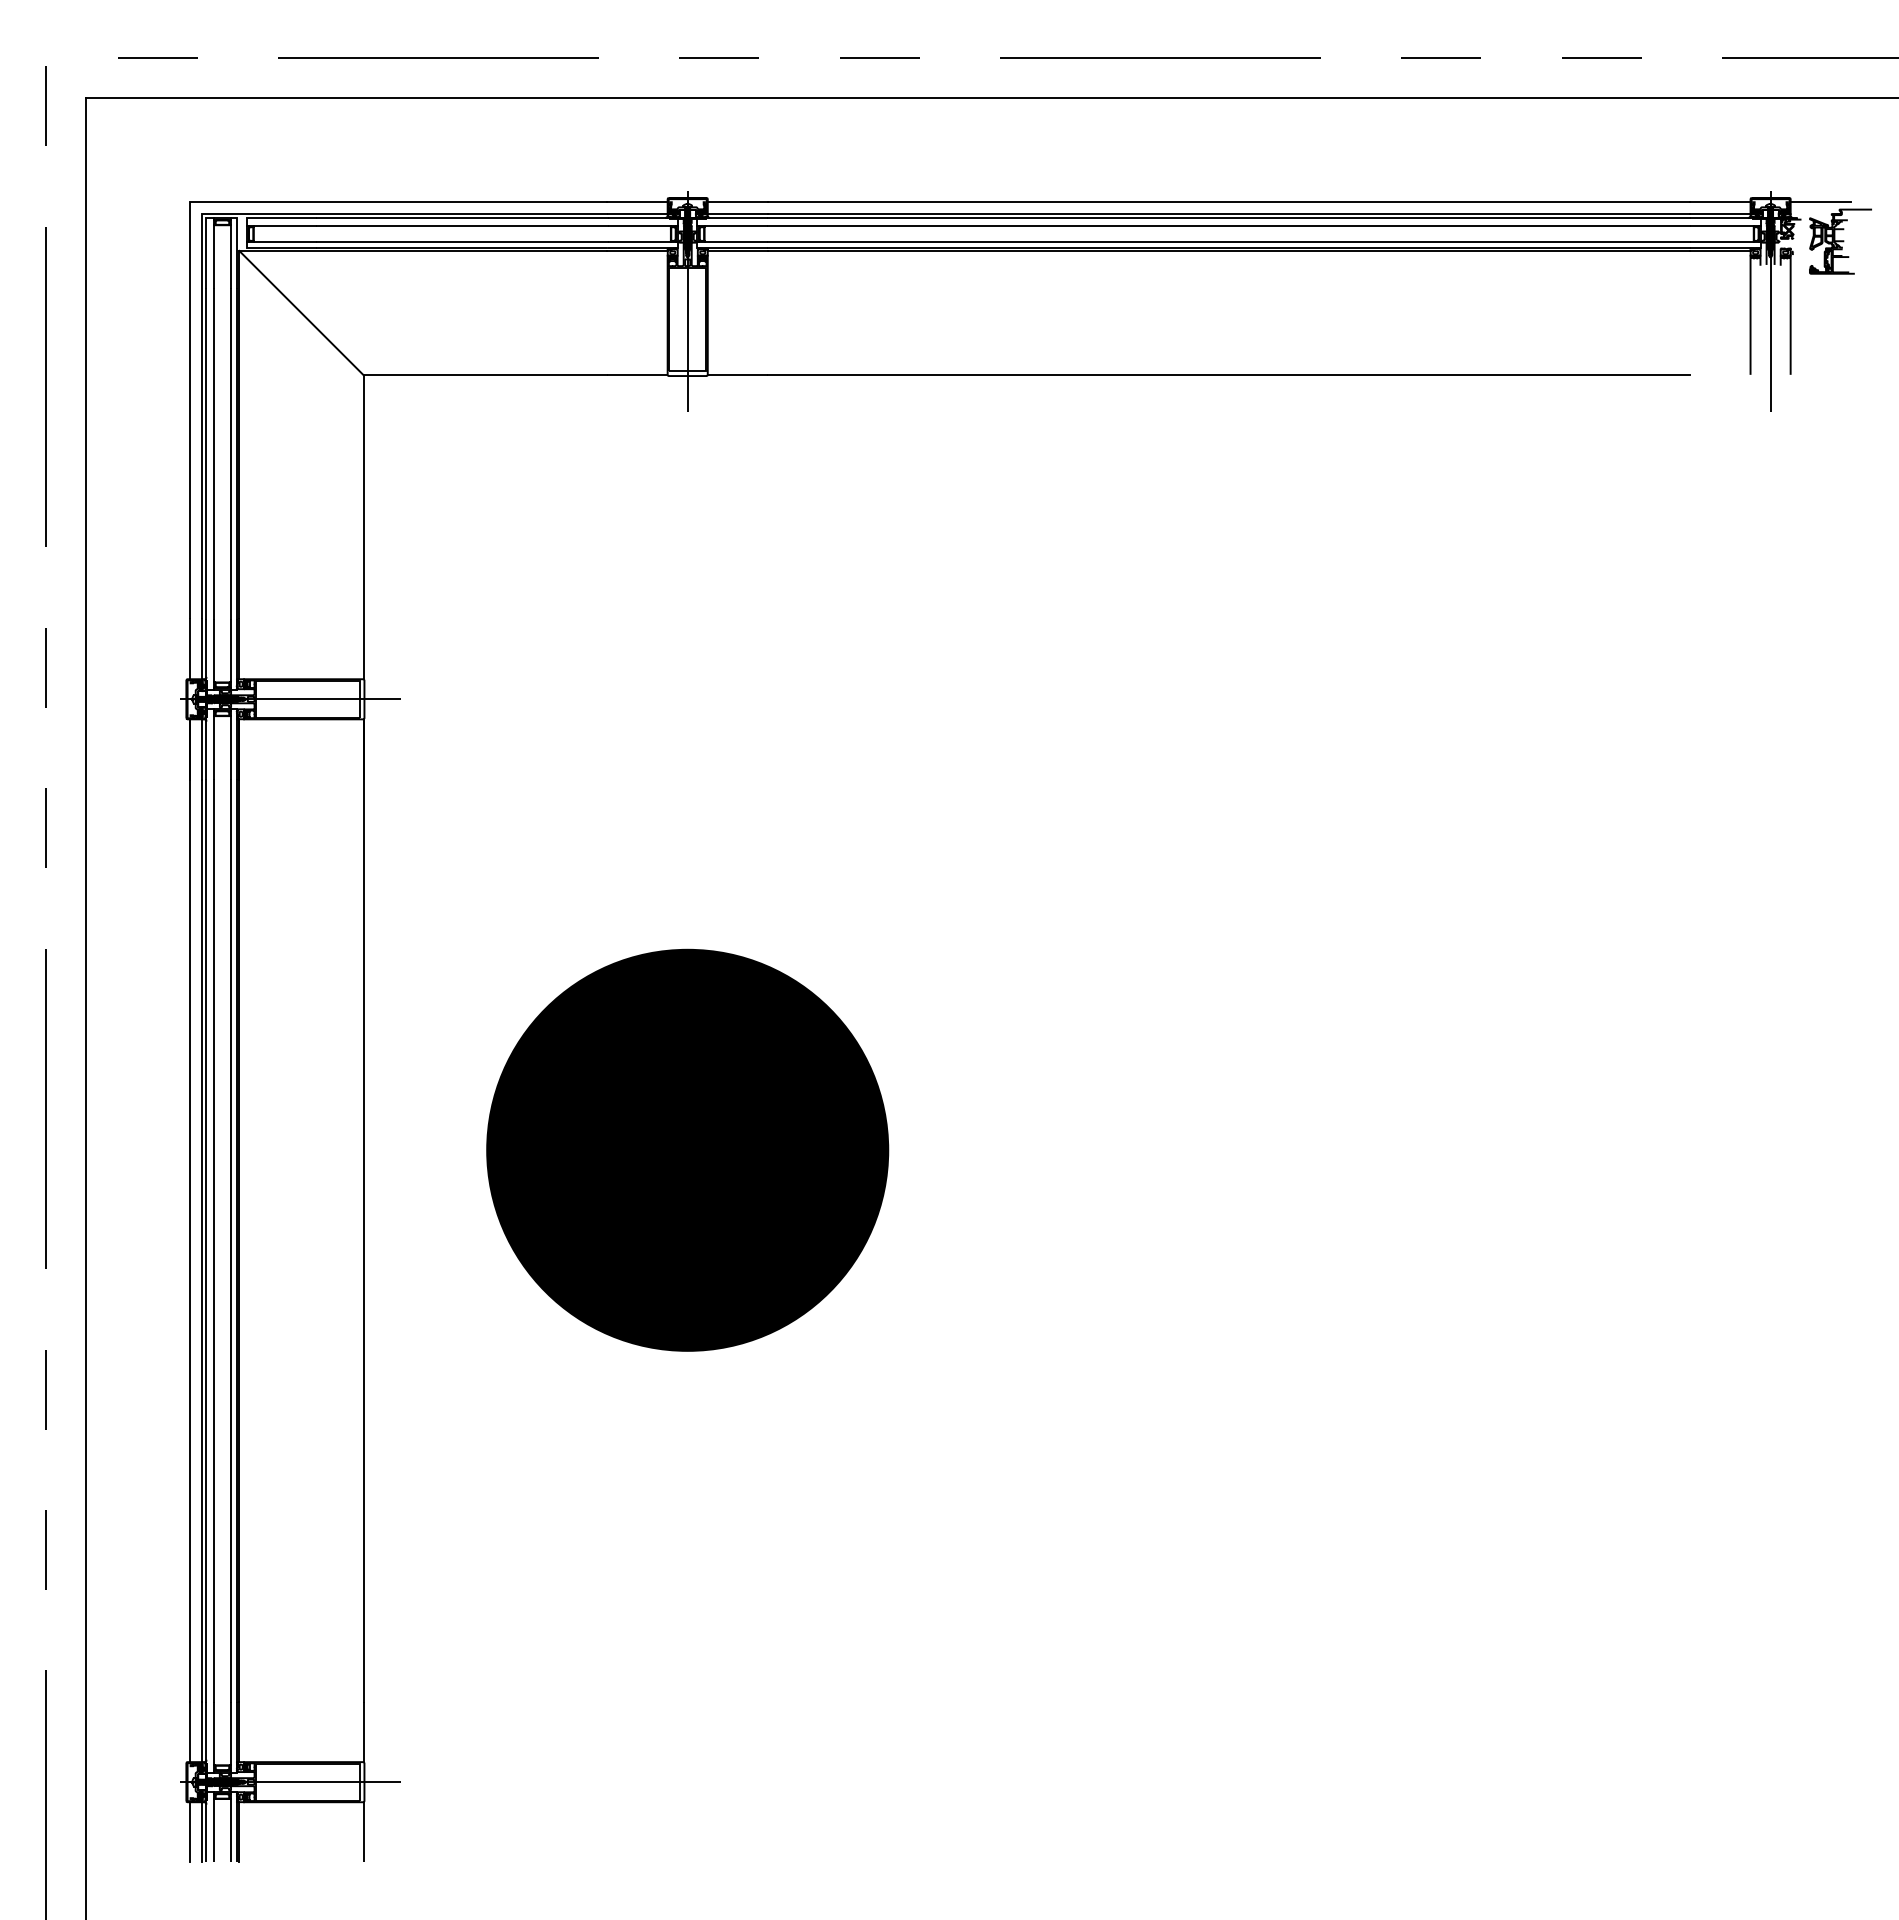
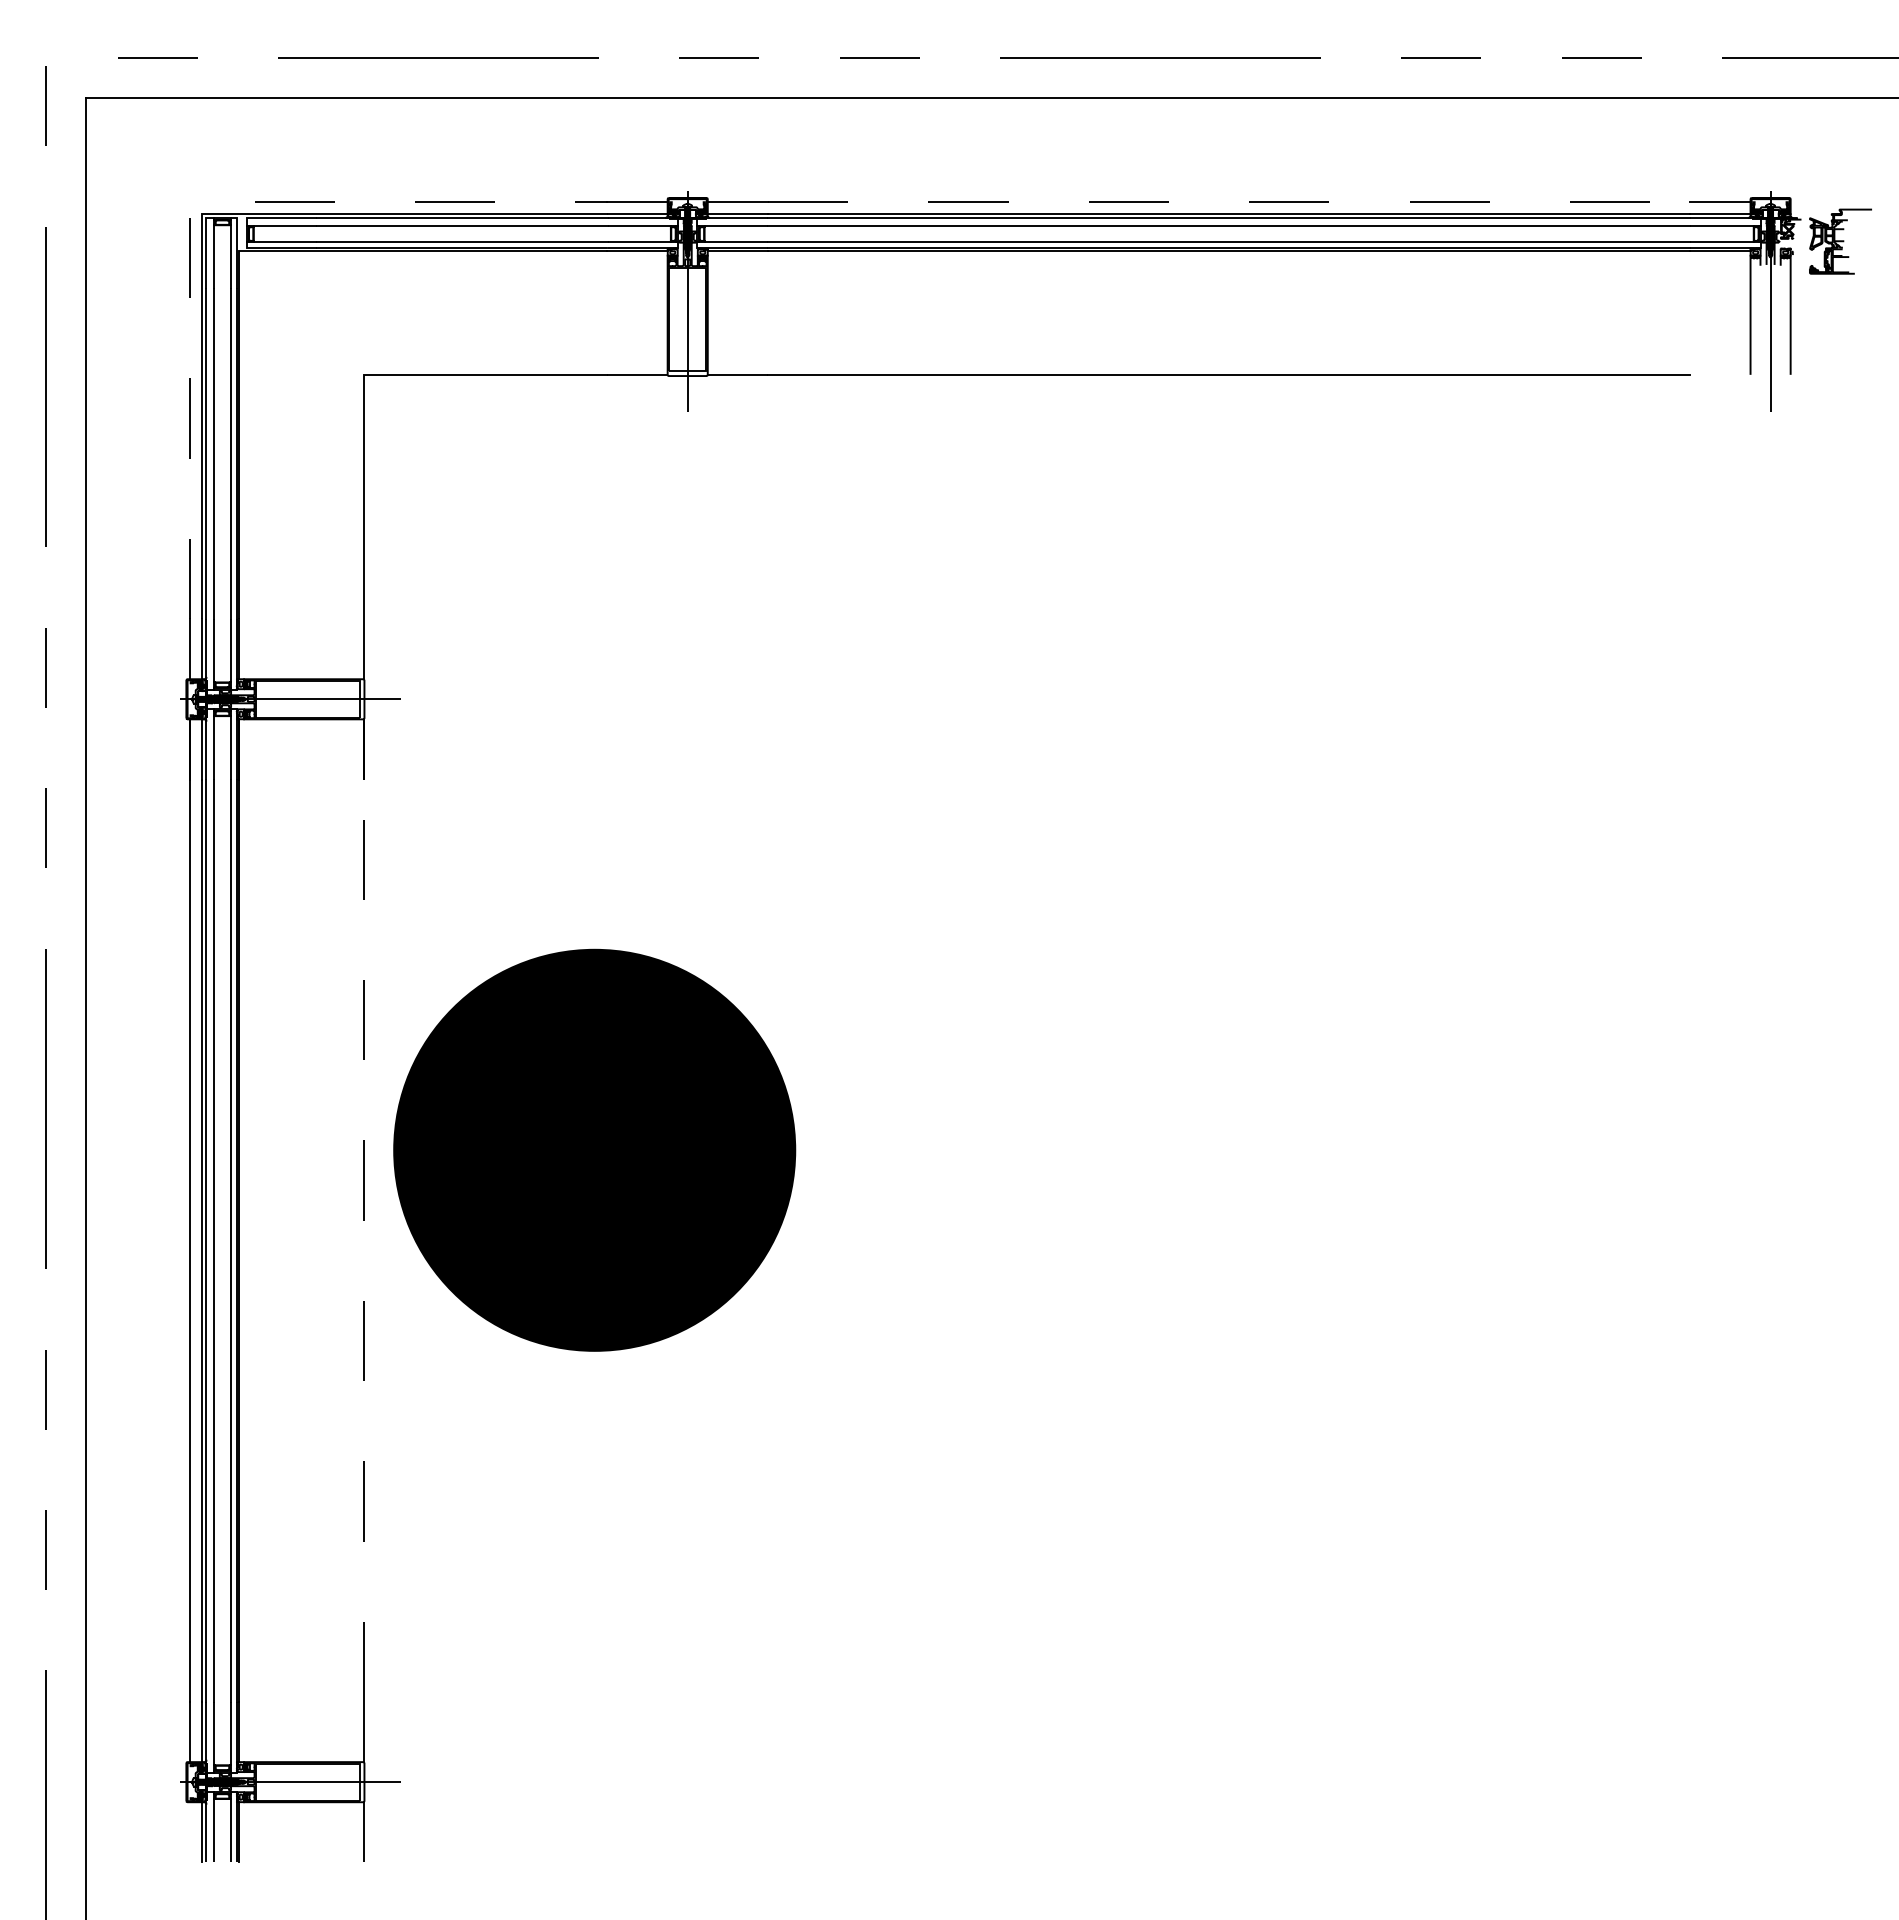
line at (190, 201): solid -> dashed
line at (1229, 201): solid -> dashed
line at (1820, 201): present -> none
line at (301, 312): present -> none
part at (687, 1149) position: (687, 1149) -> (594, 1149)
line at (363, 1240): solid -> dashed
line at (190, 1832): present -> none
